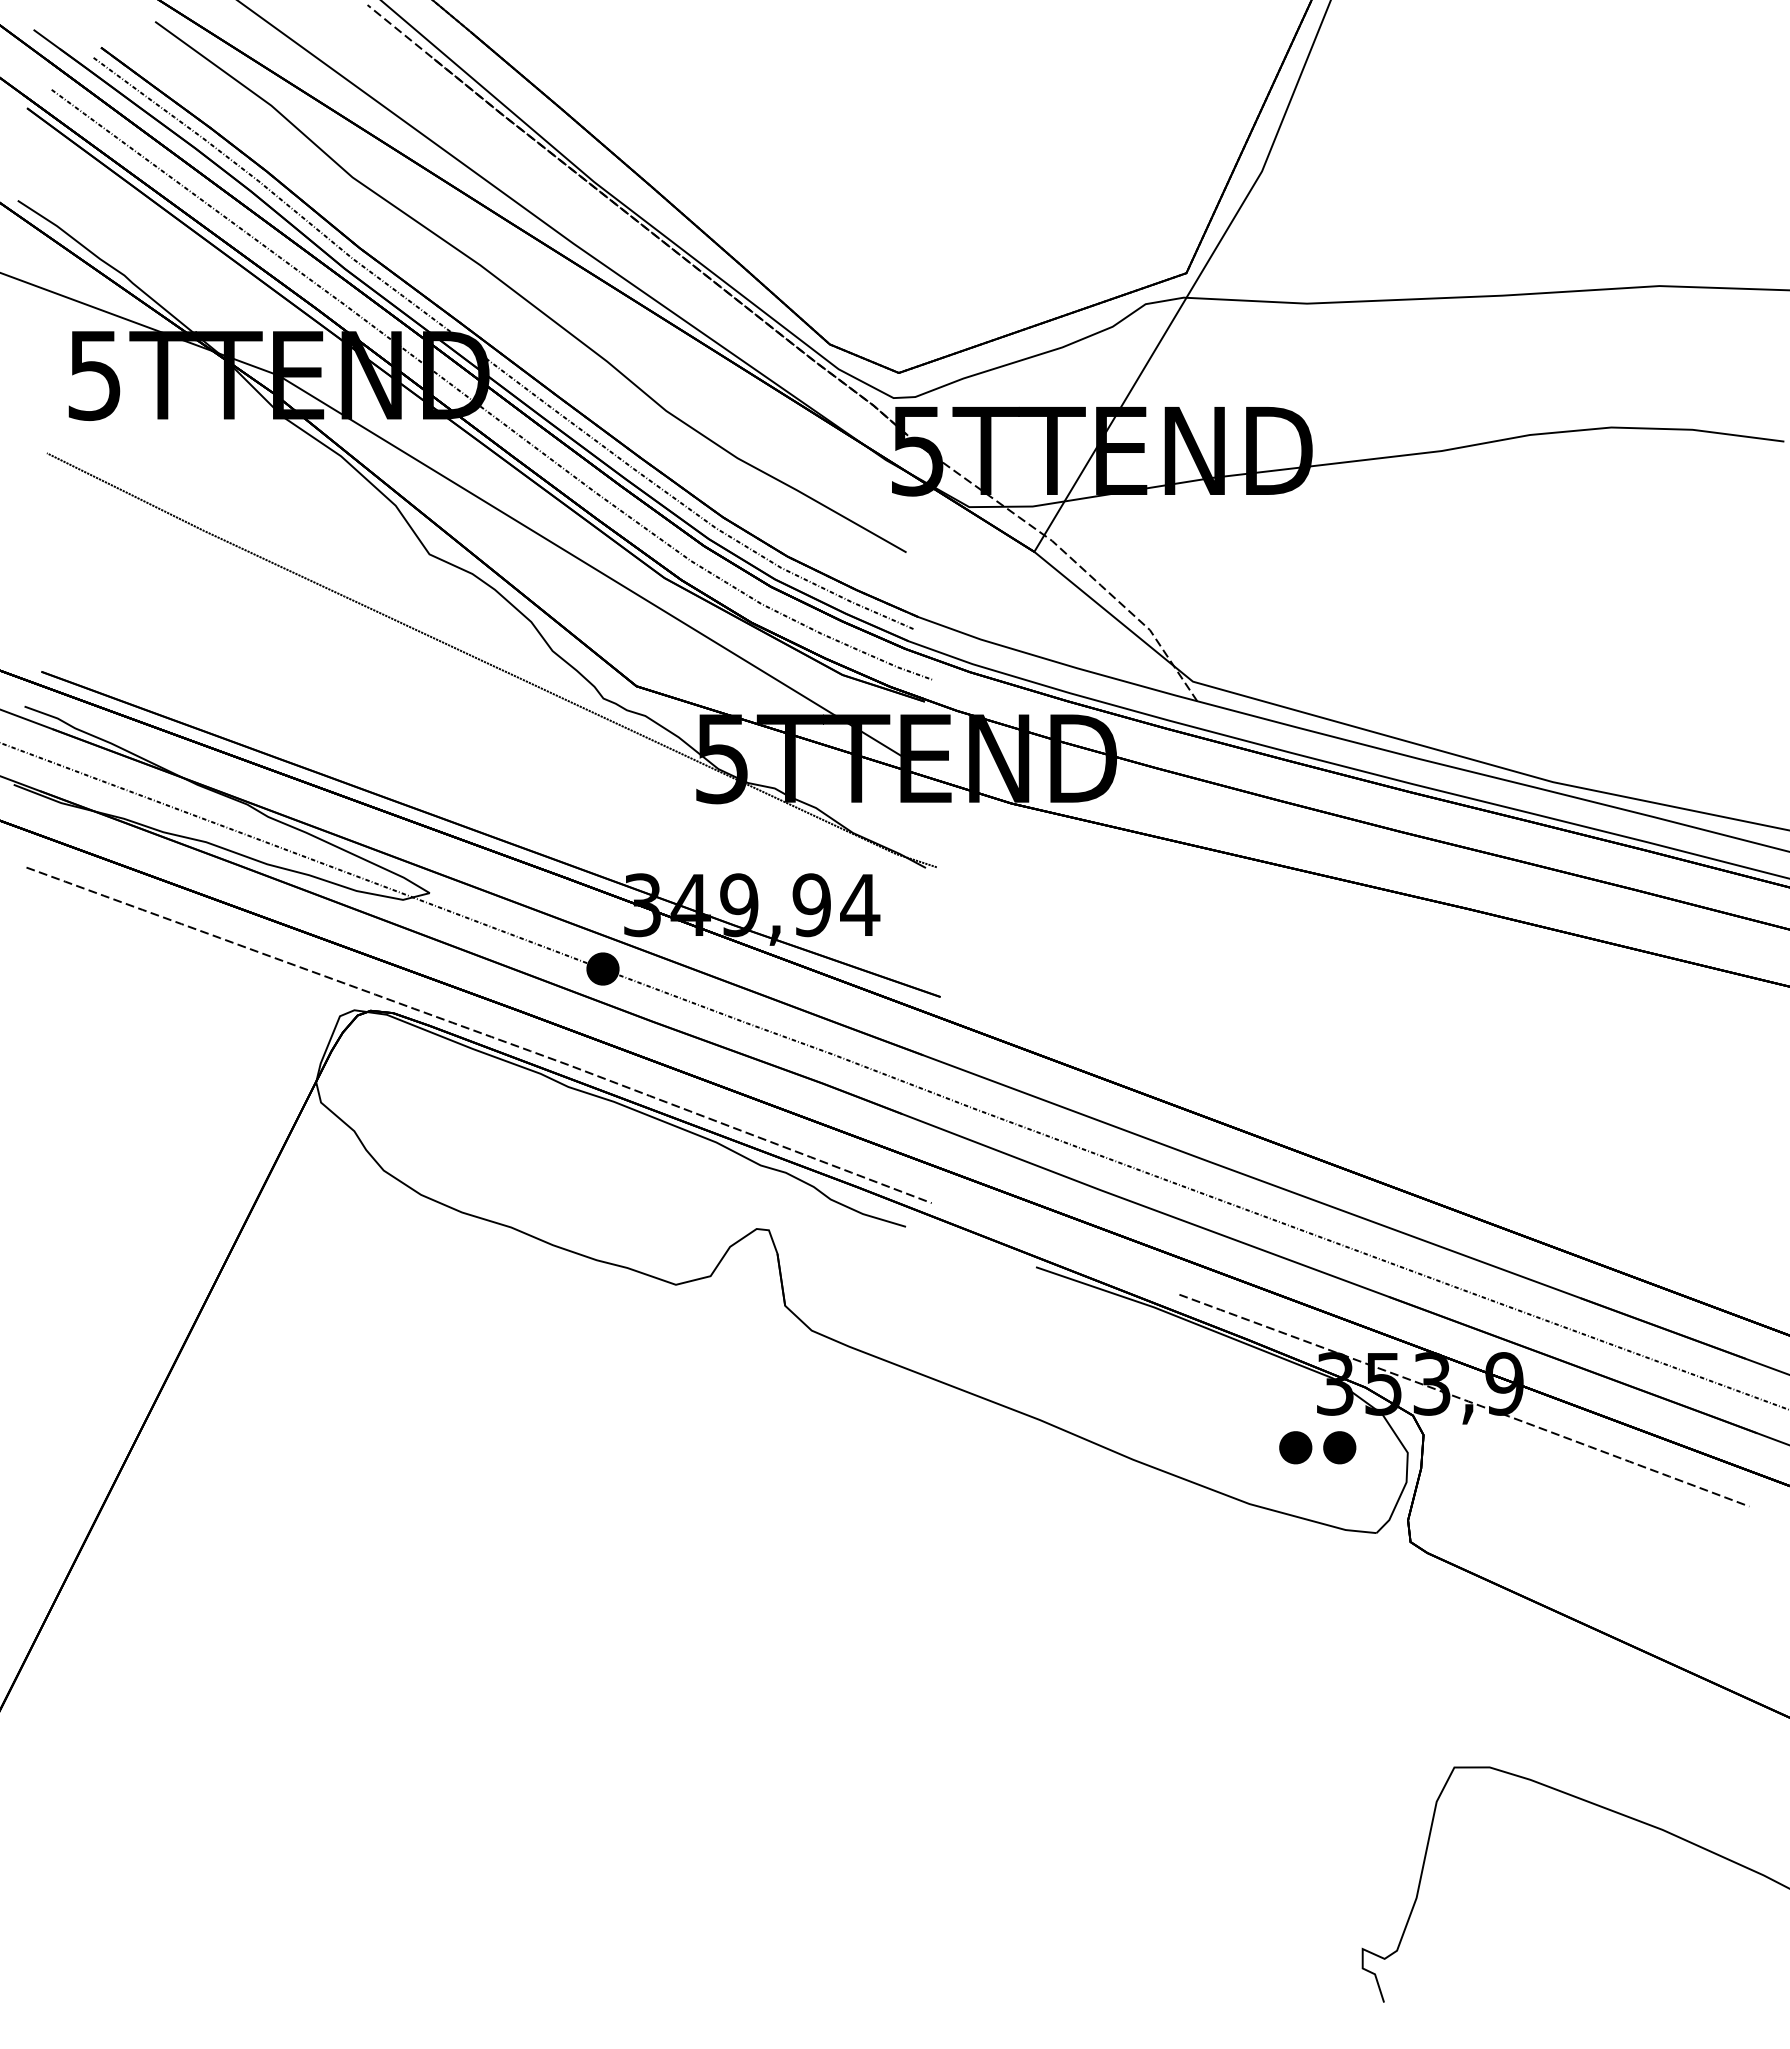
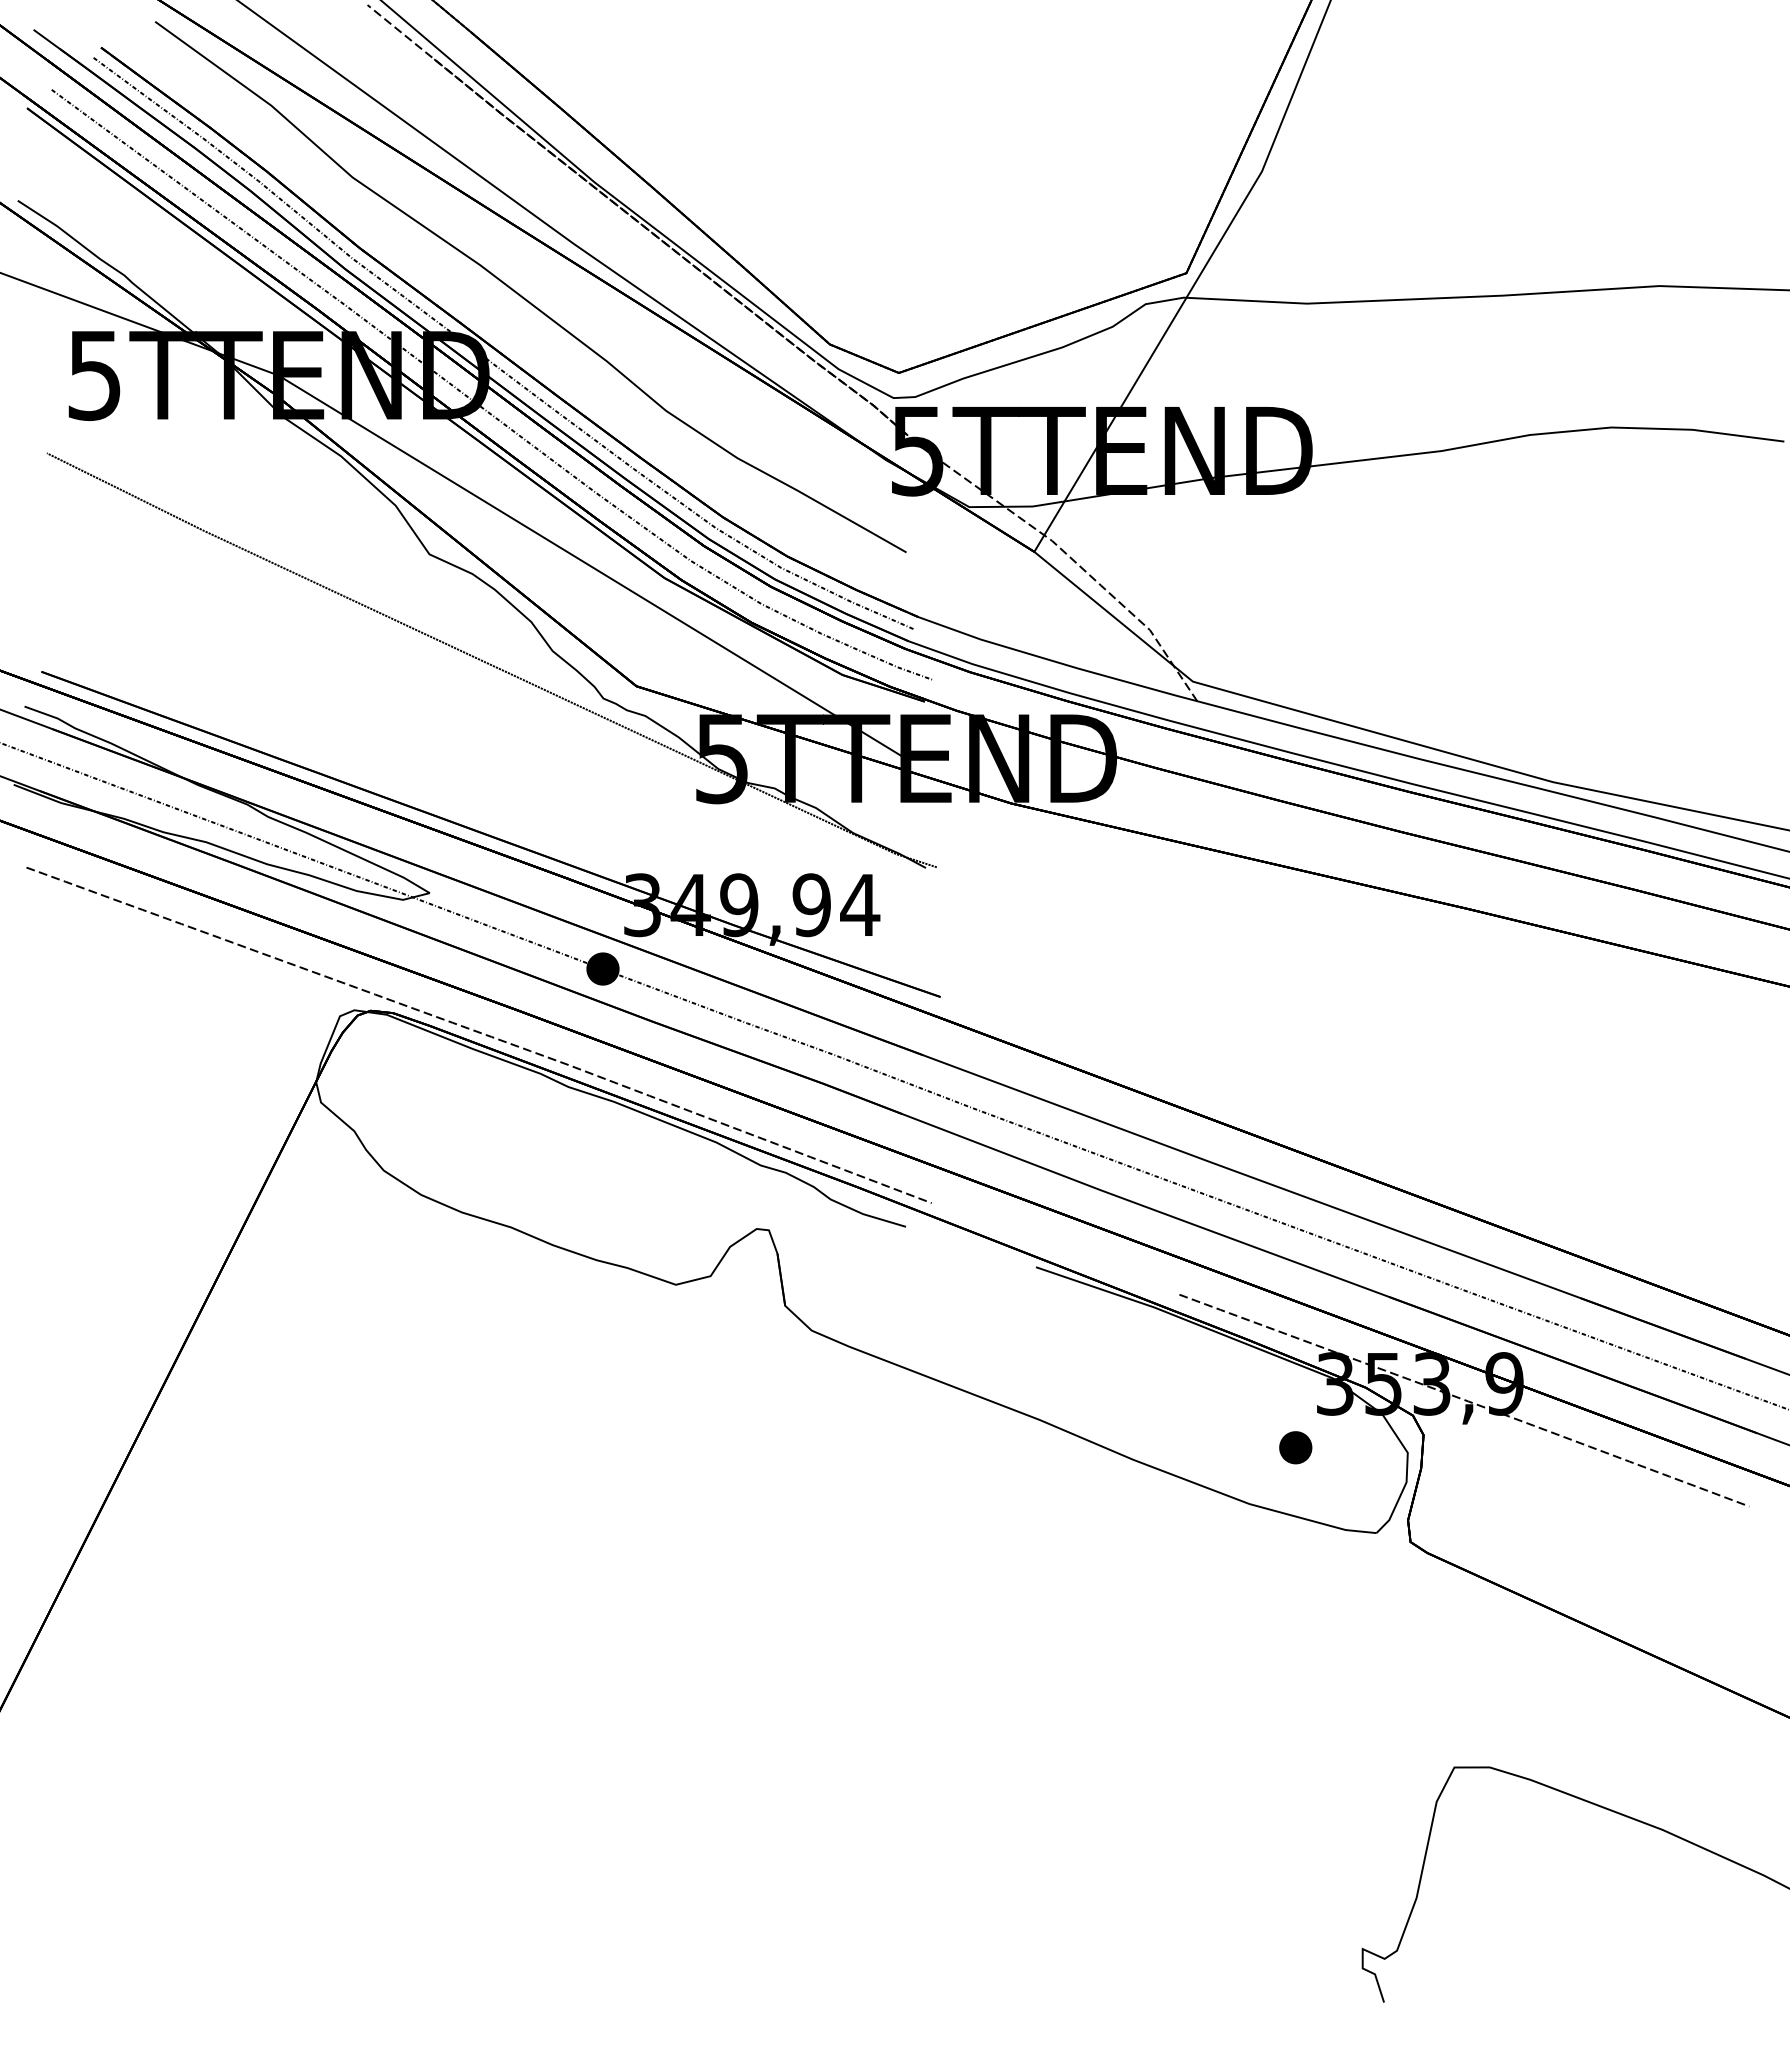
part at (1339, 1447): present -> none
